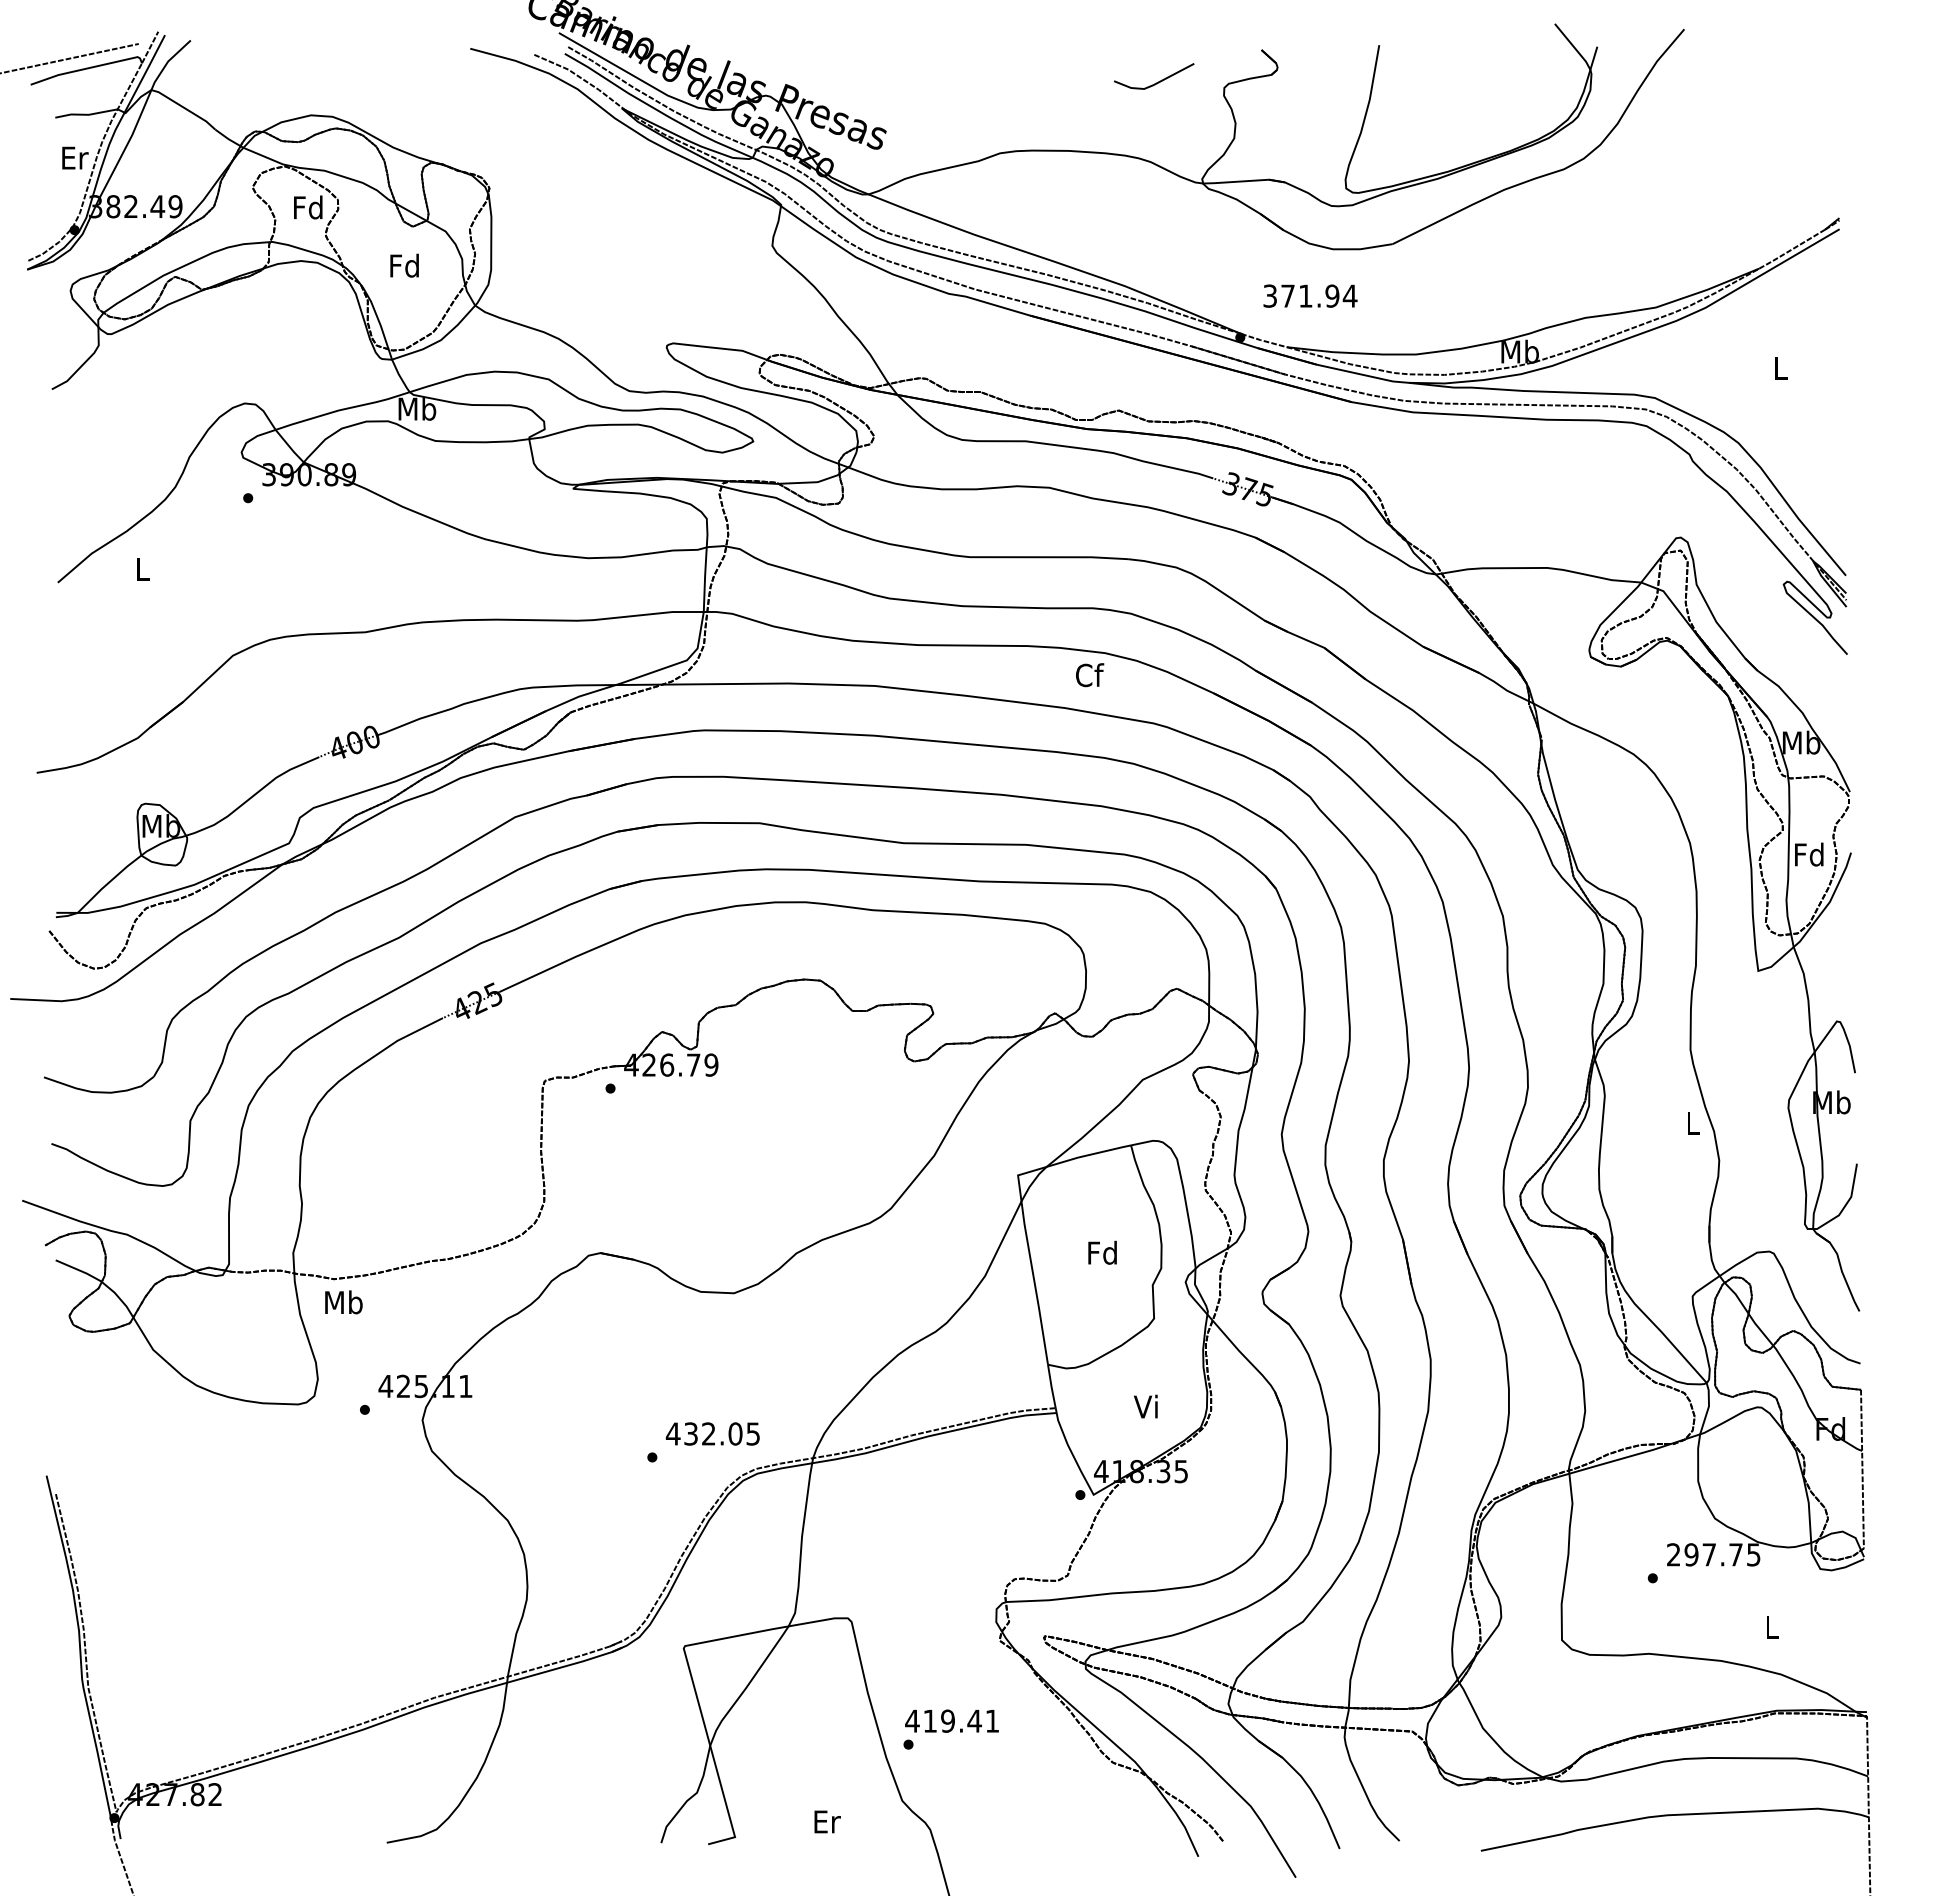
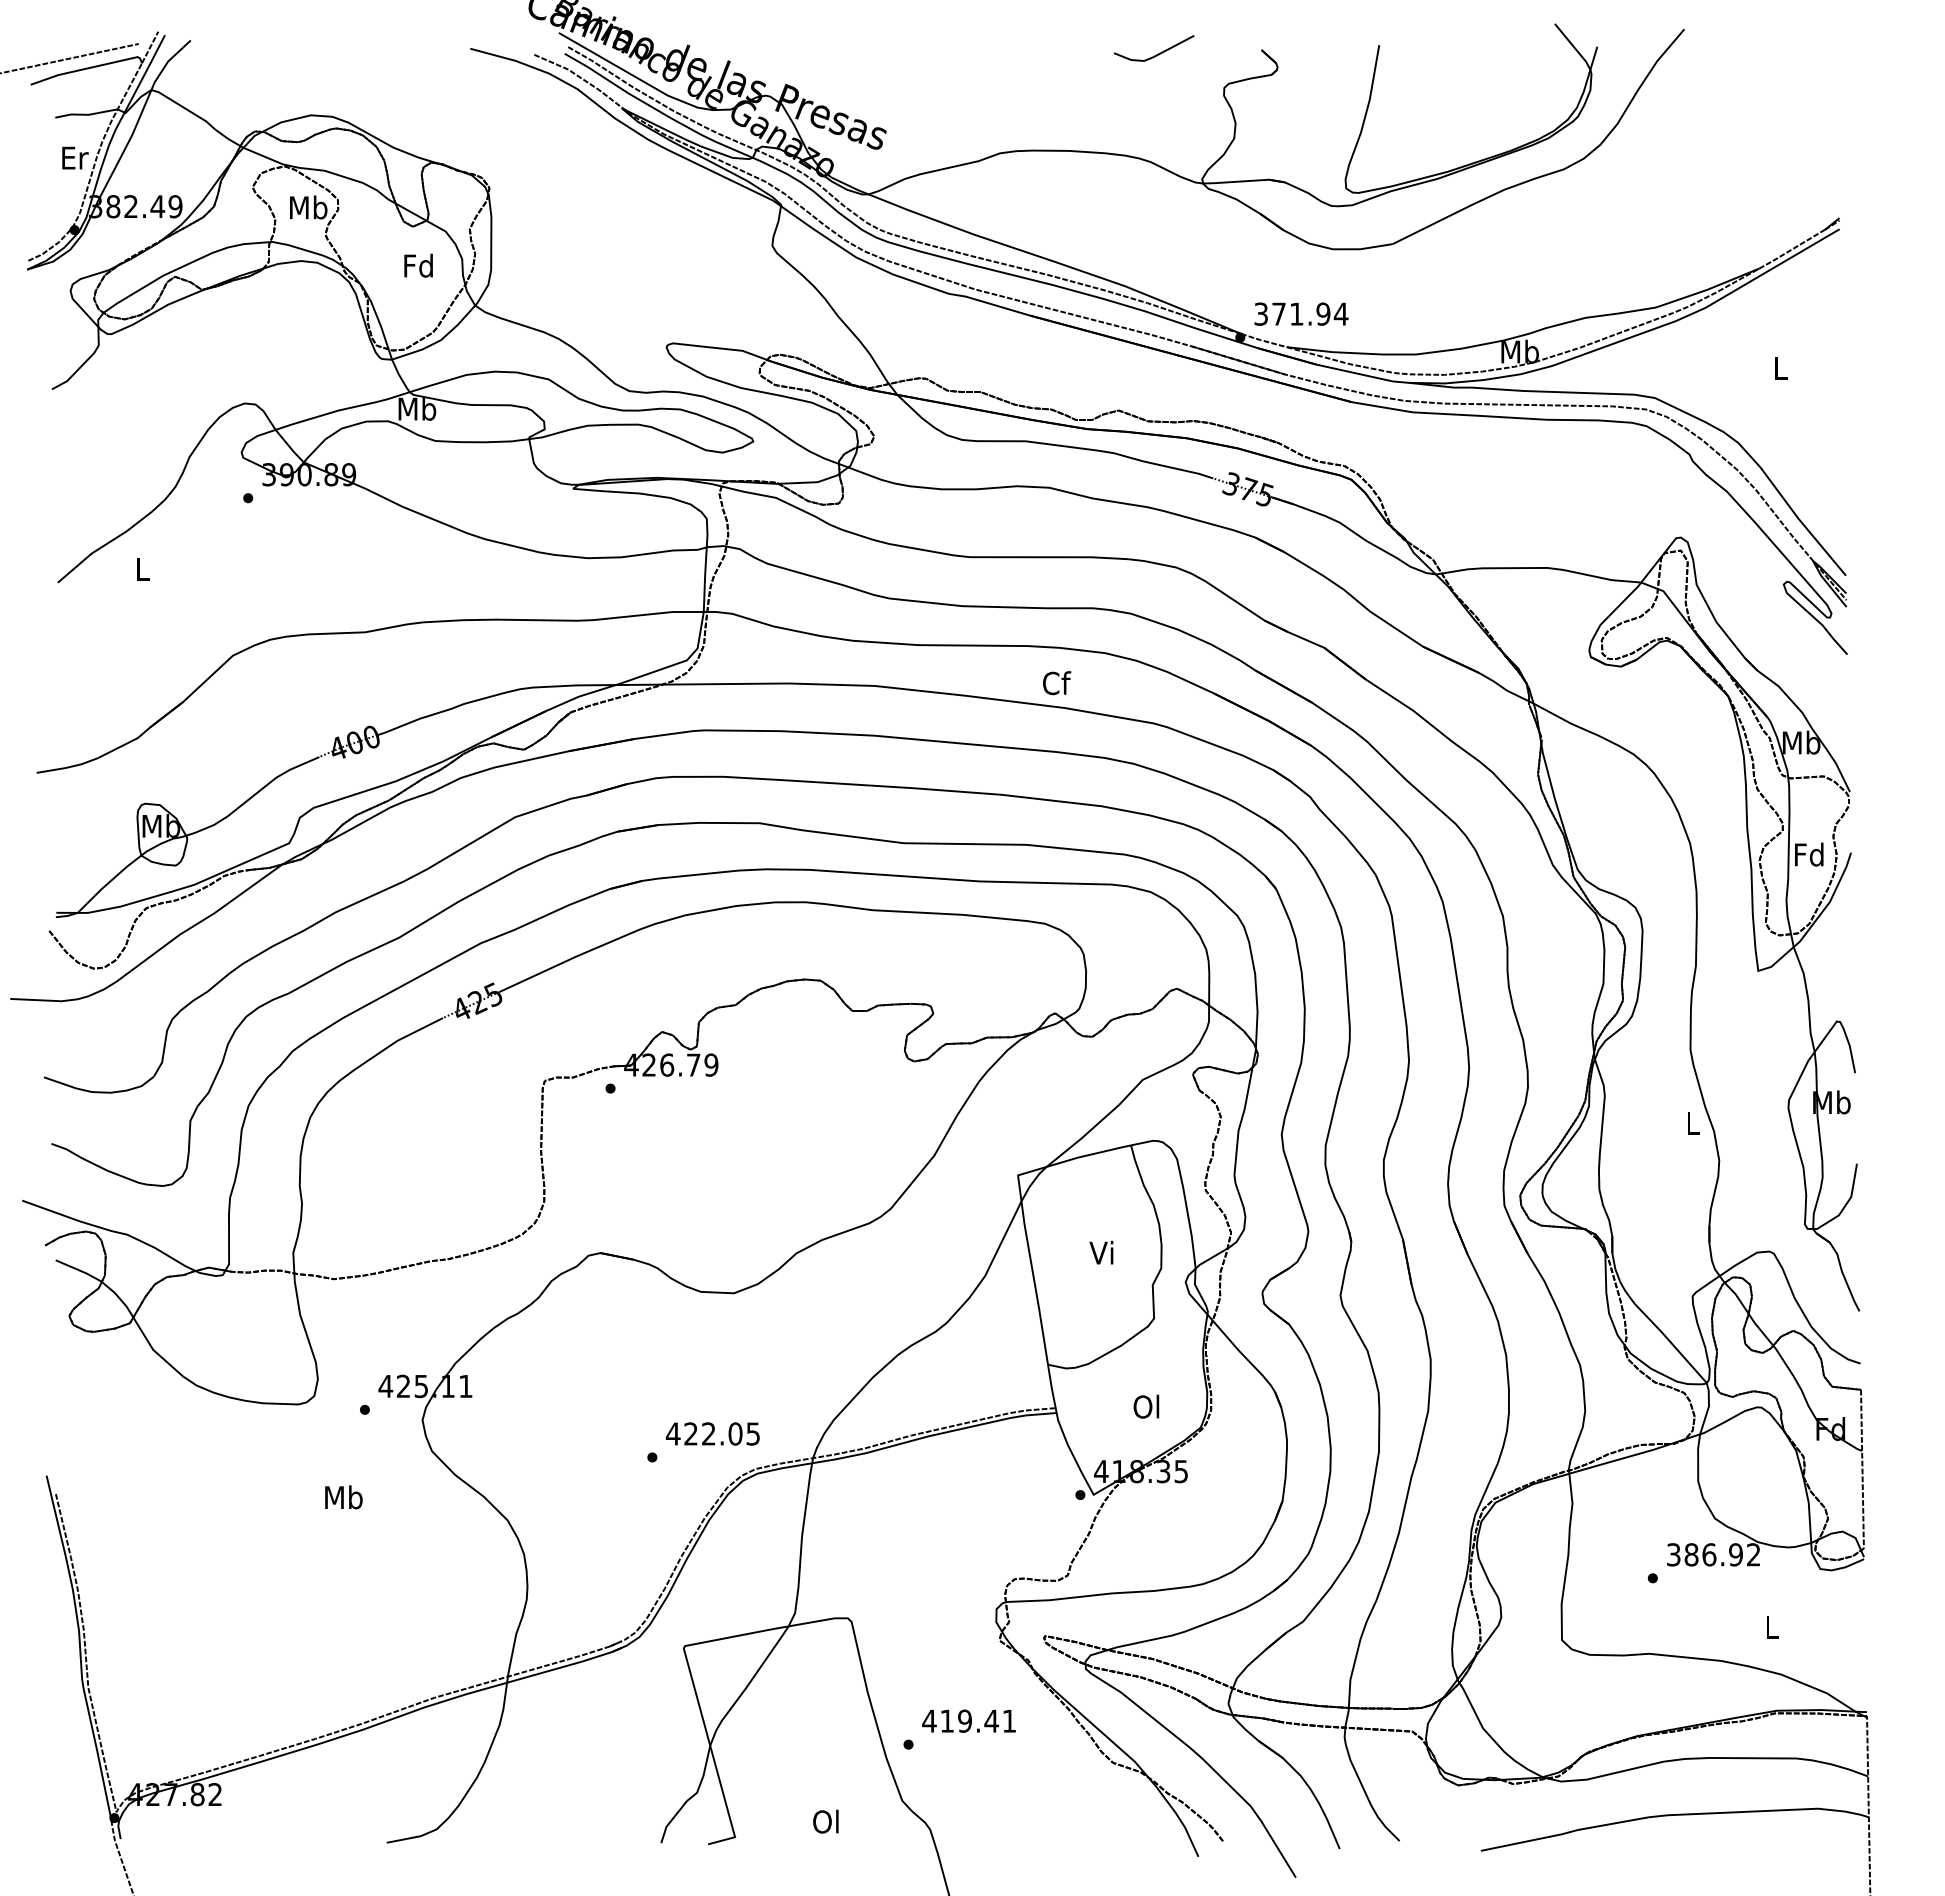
line at (1156, 82) position: (1156, 82) -> (1156, 54)
text at (308, 207): Fd -> Mb
text at (404, 265) position: (404, 265) -> (418, 265)
text at (1310, 295) position: (1310, 295) -> (1301, 313)
text at (1090, 675) position: (1090, 675) -> (1057, 683)
text at (1102, 1252): Fd -> Vi
text at (343, 1302) position: (343, 1302) -> (343, 1497)
text at (1146, 1406): Vi -> Ol
text at (690, 1433): 432.05 -> 422.05
text at (1713, 1554): 297.75 -> 386.92
text at (951, 1720) position: (951, 1720) -> (968, 1720)
text at (826, 1821): Er -> Ol
